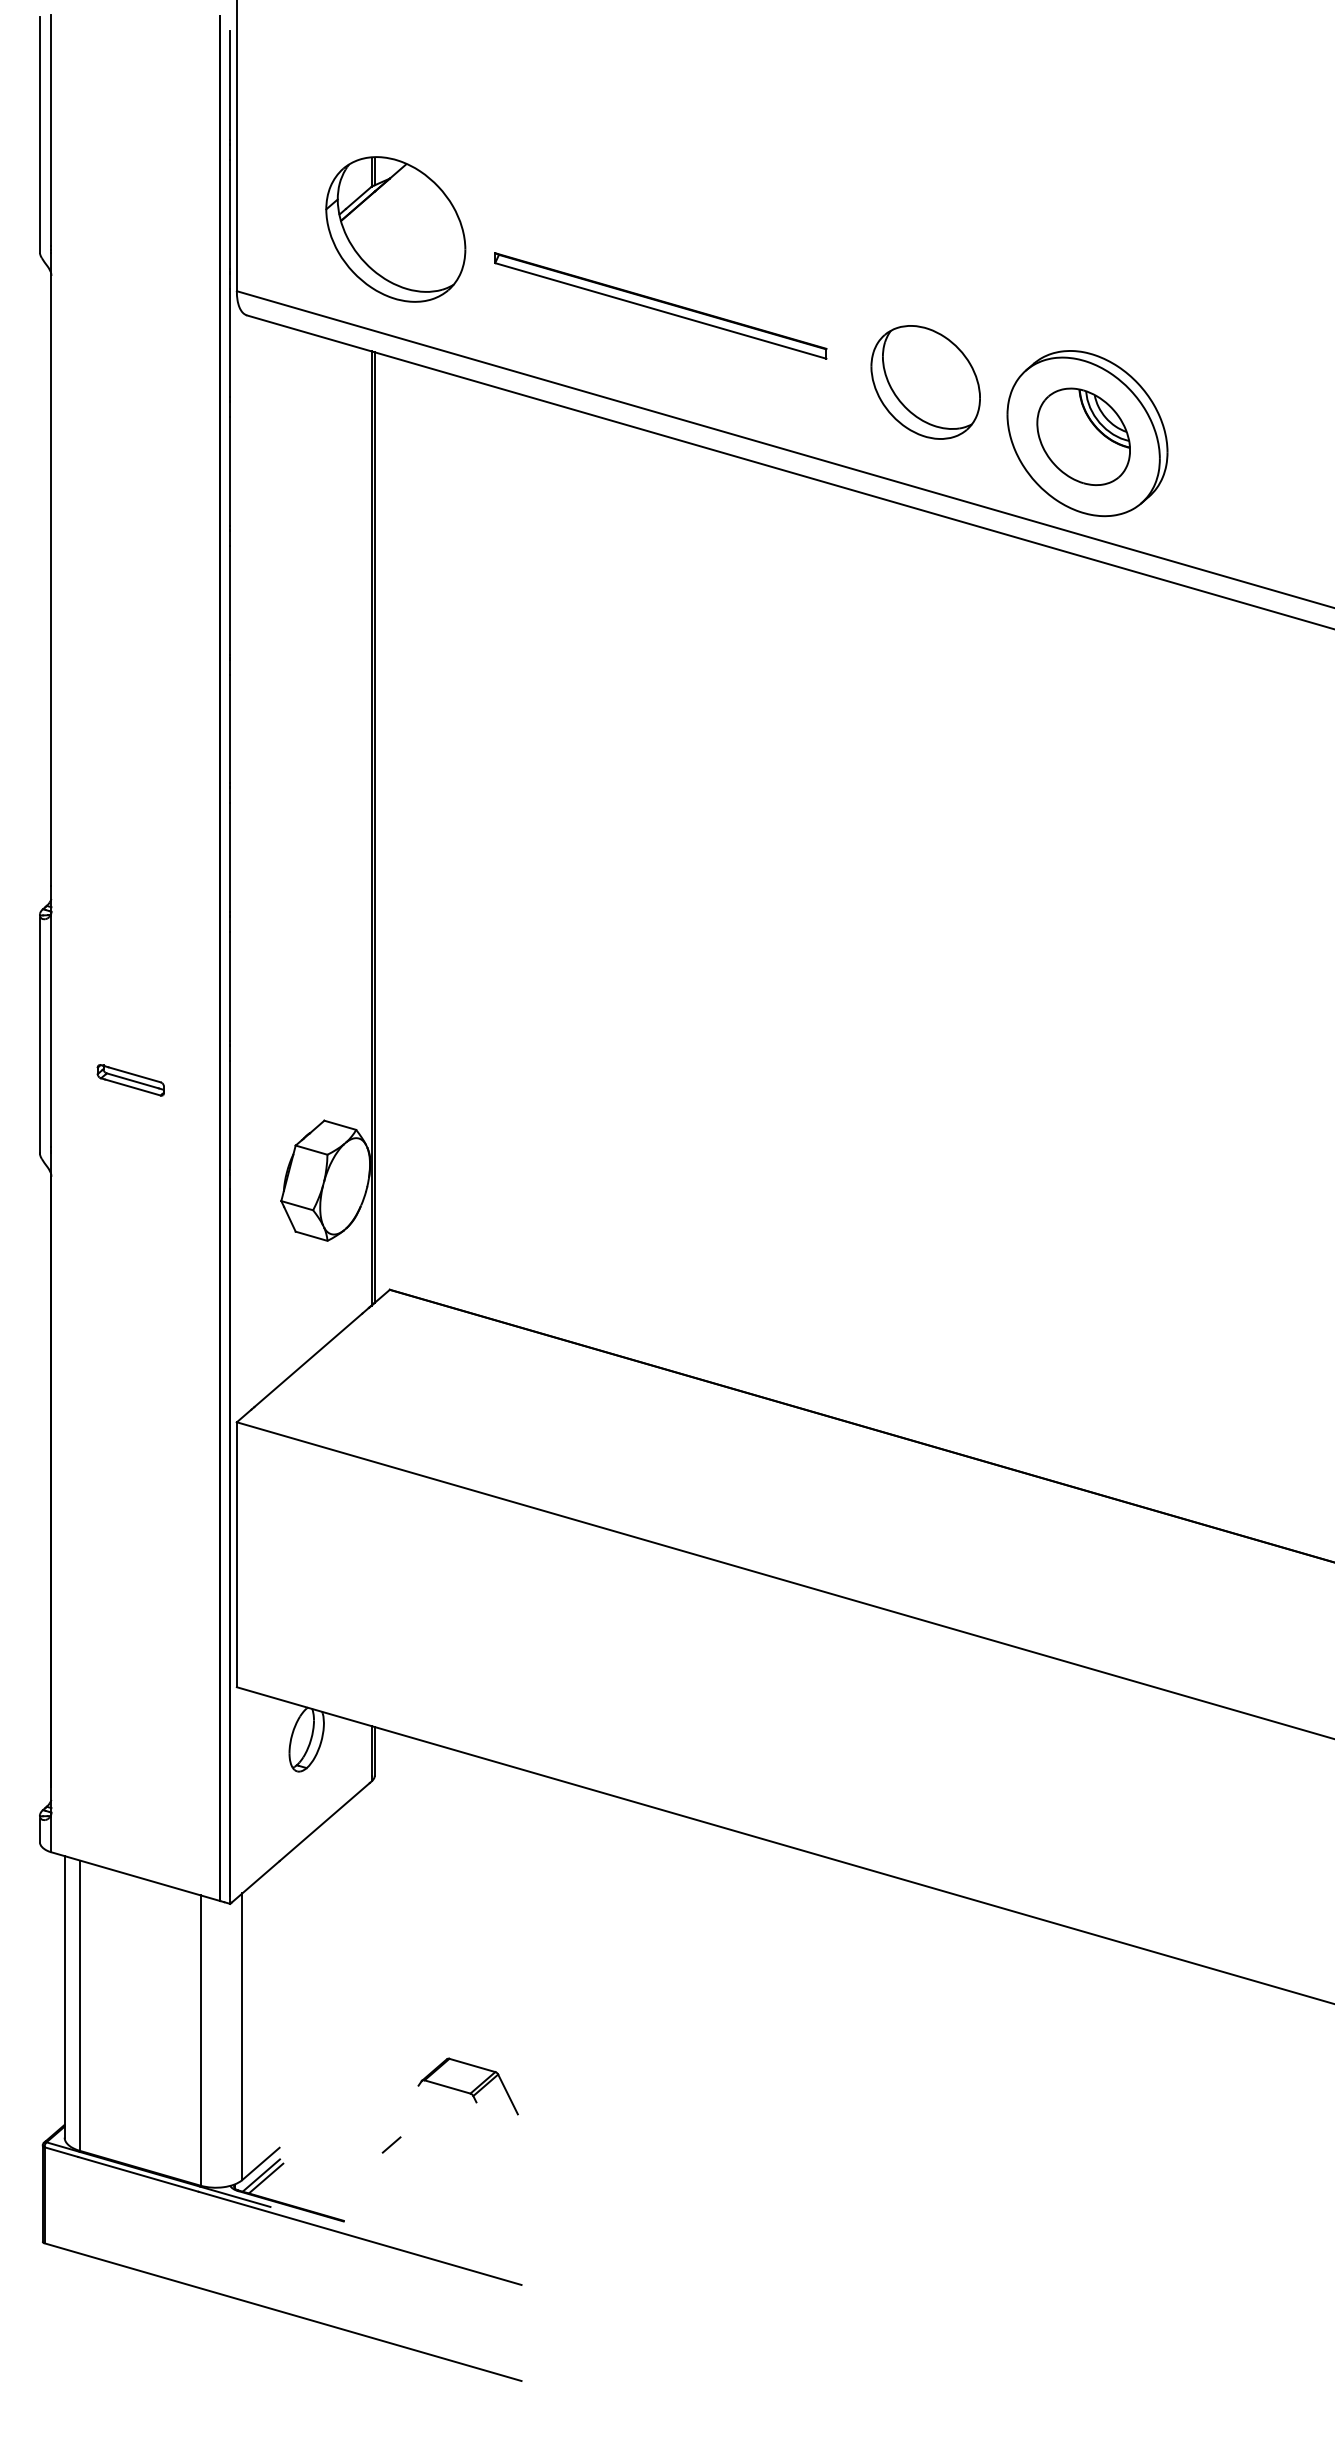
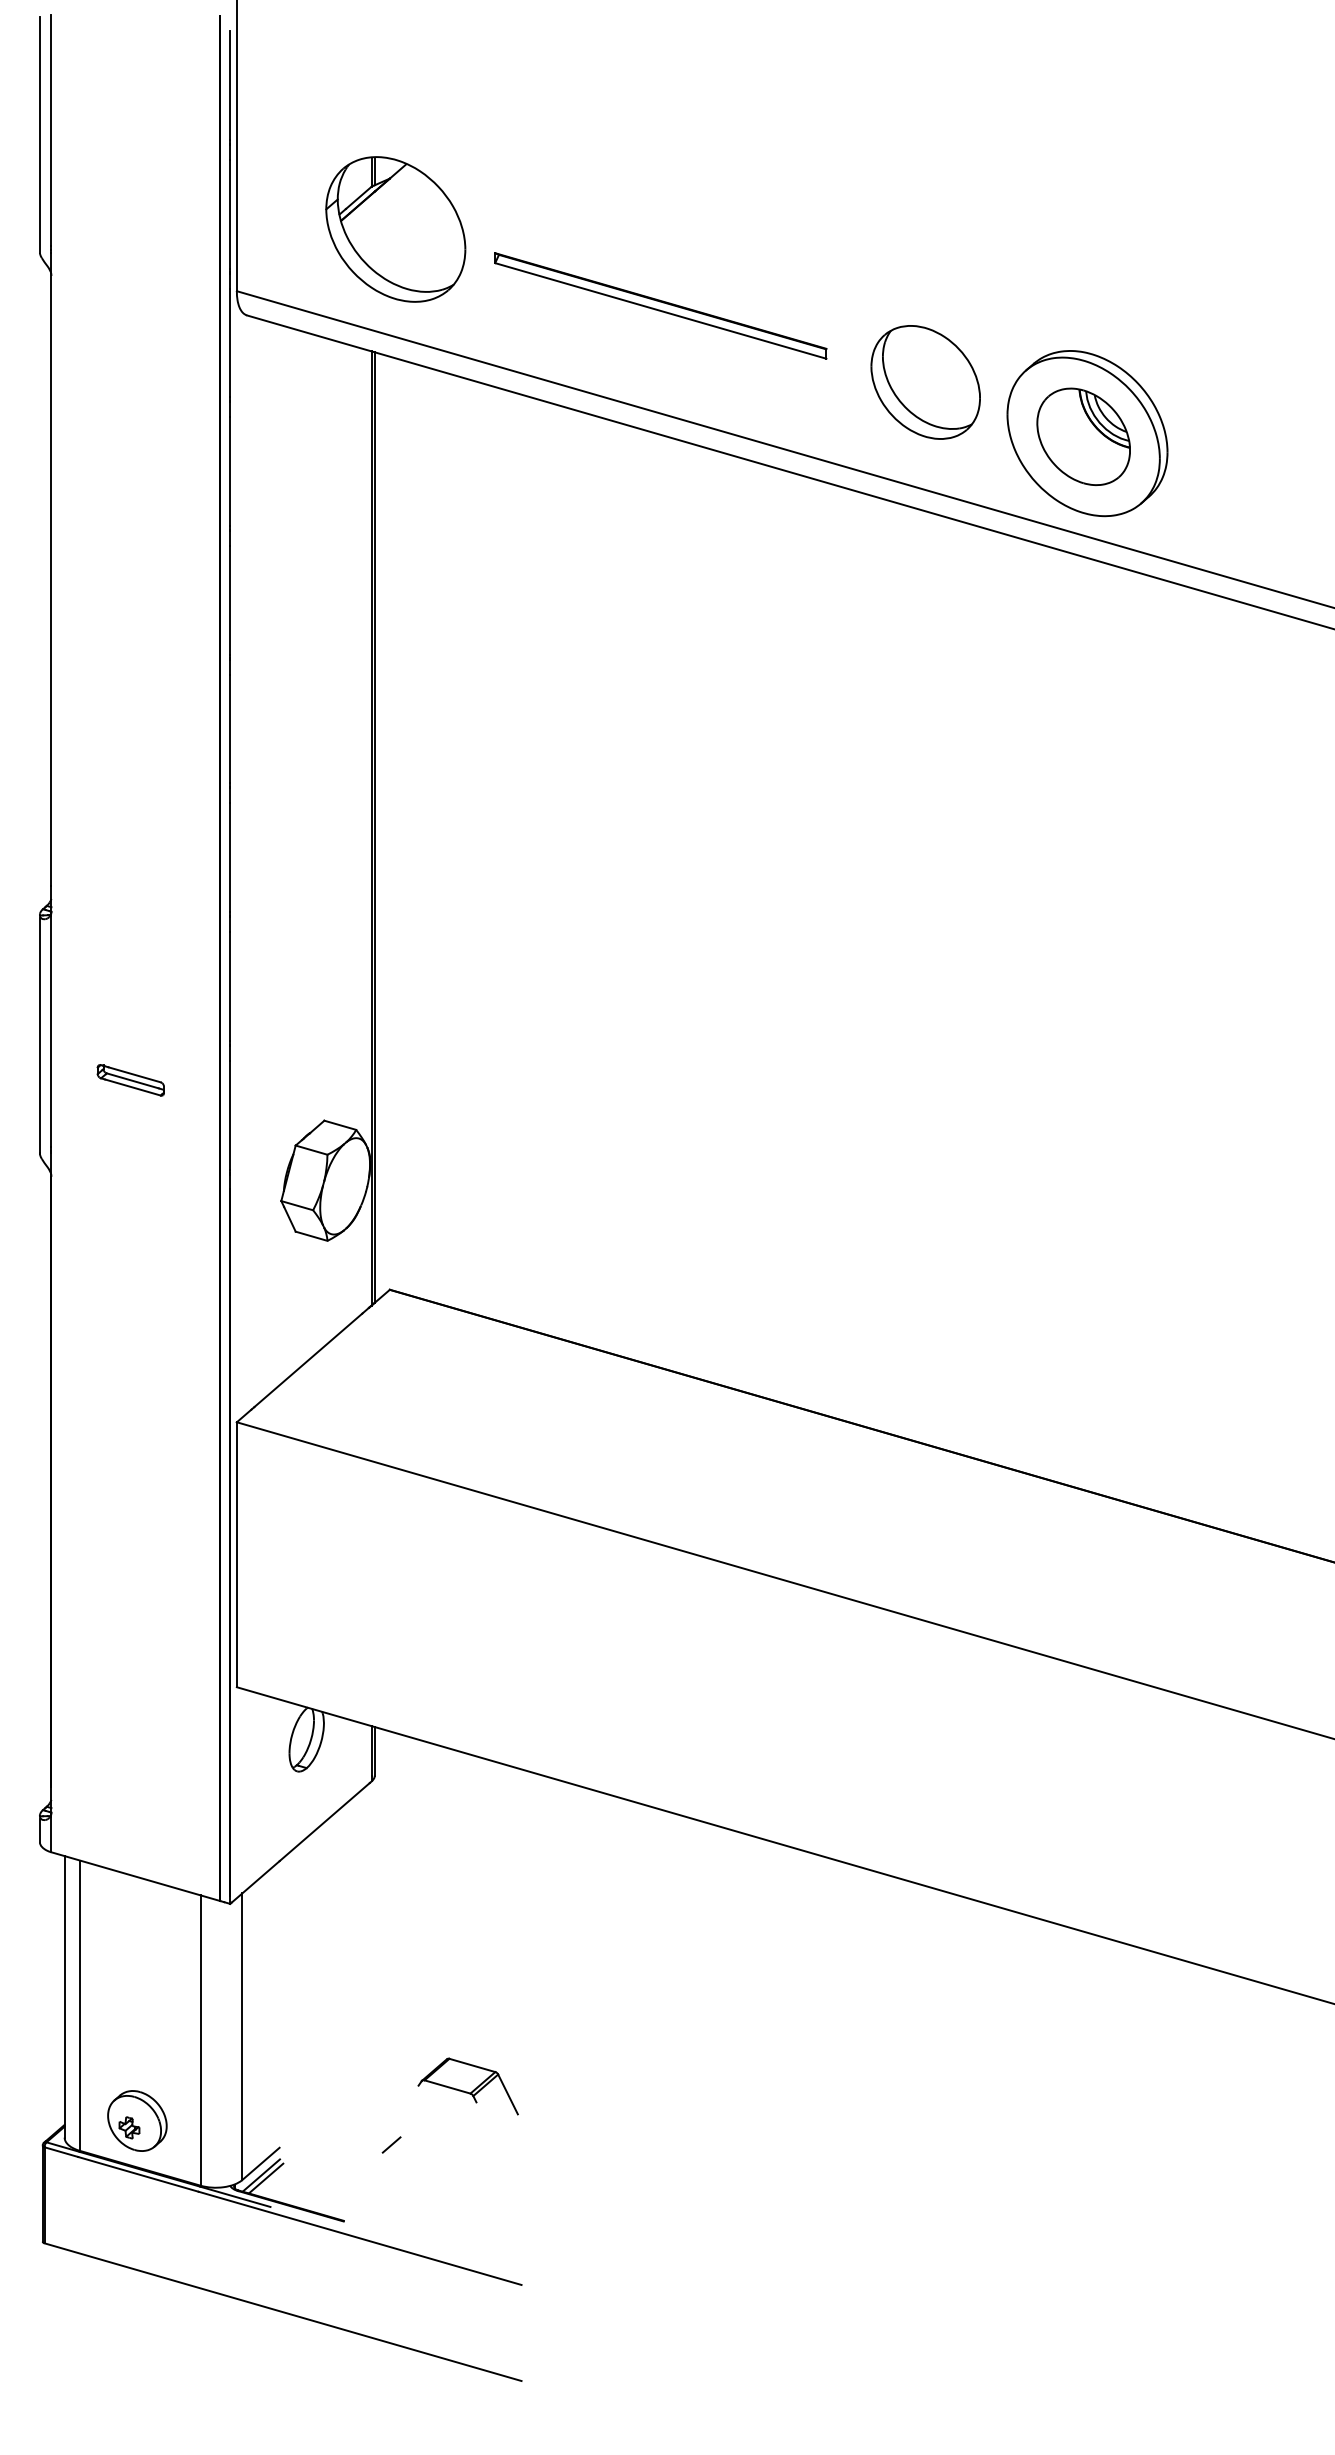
part at (137, 2120): none -> present
